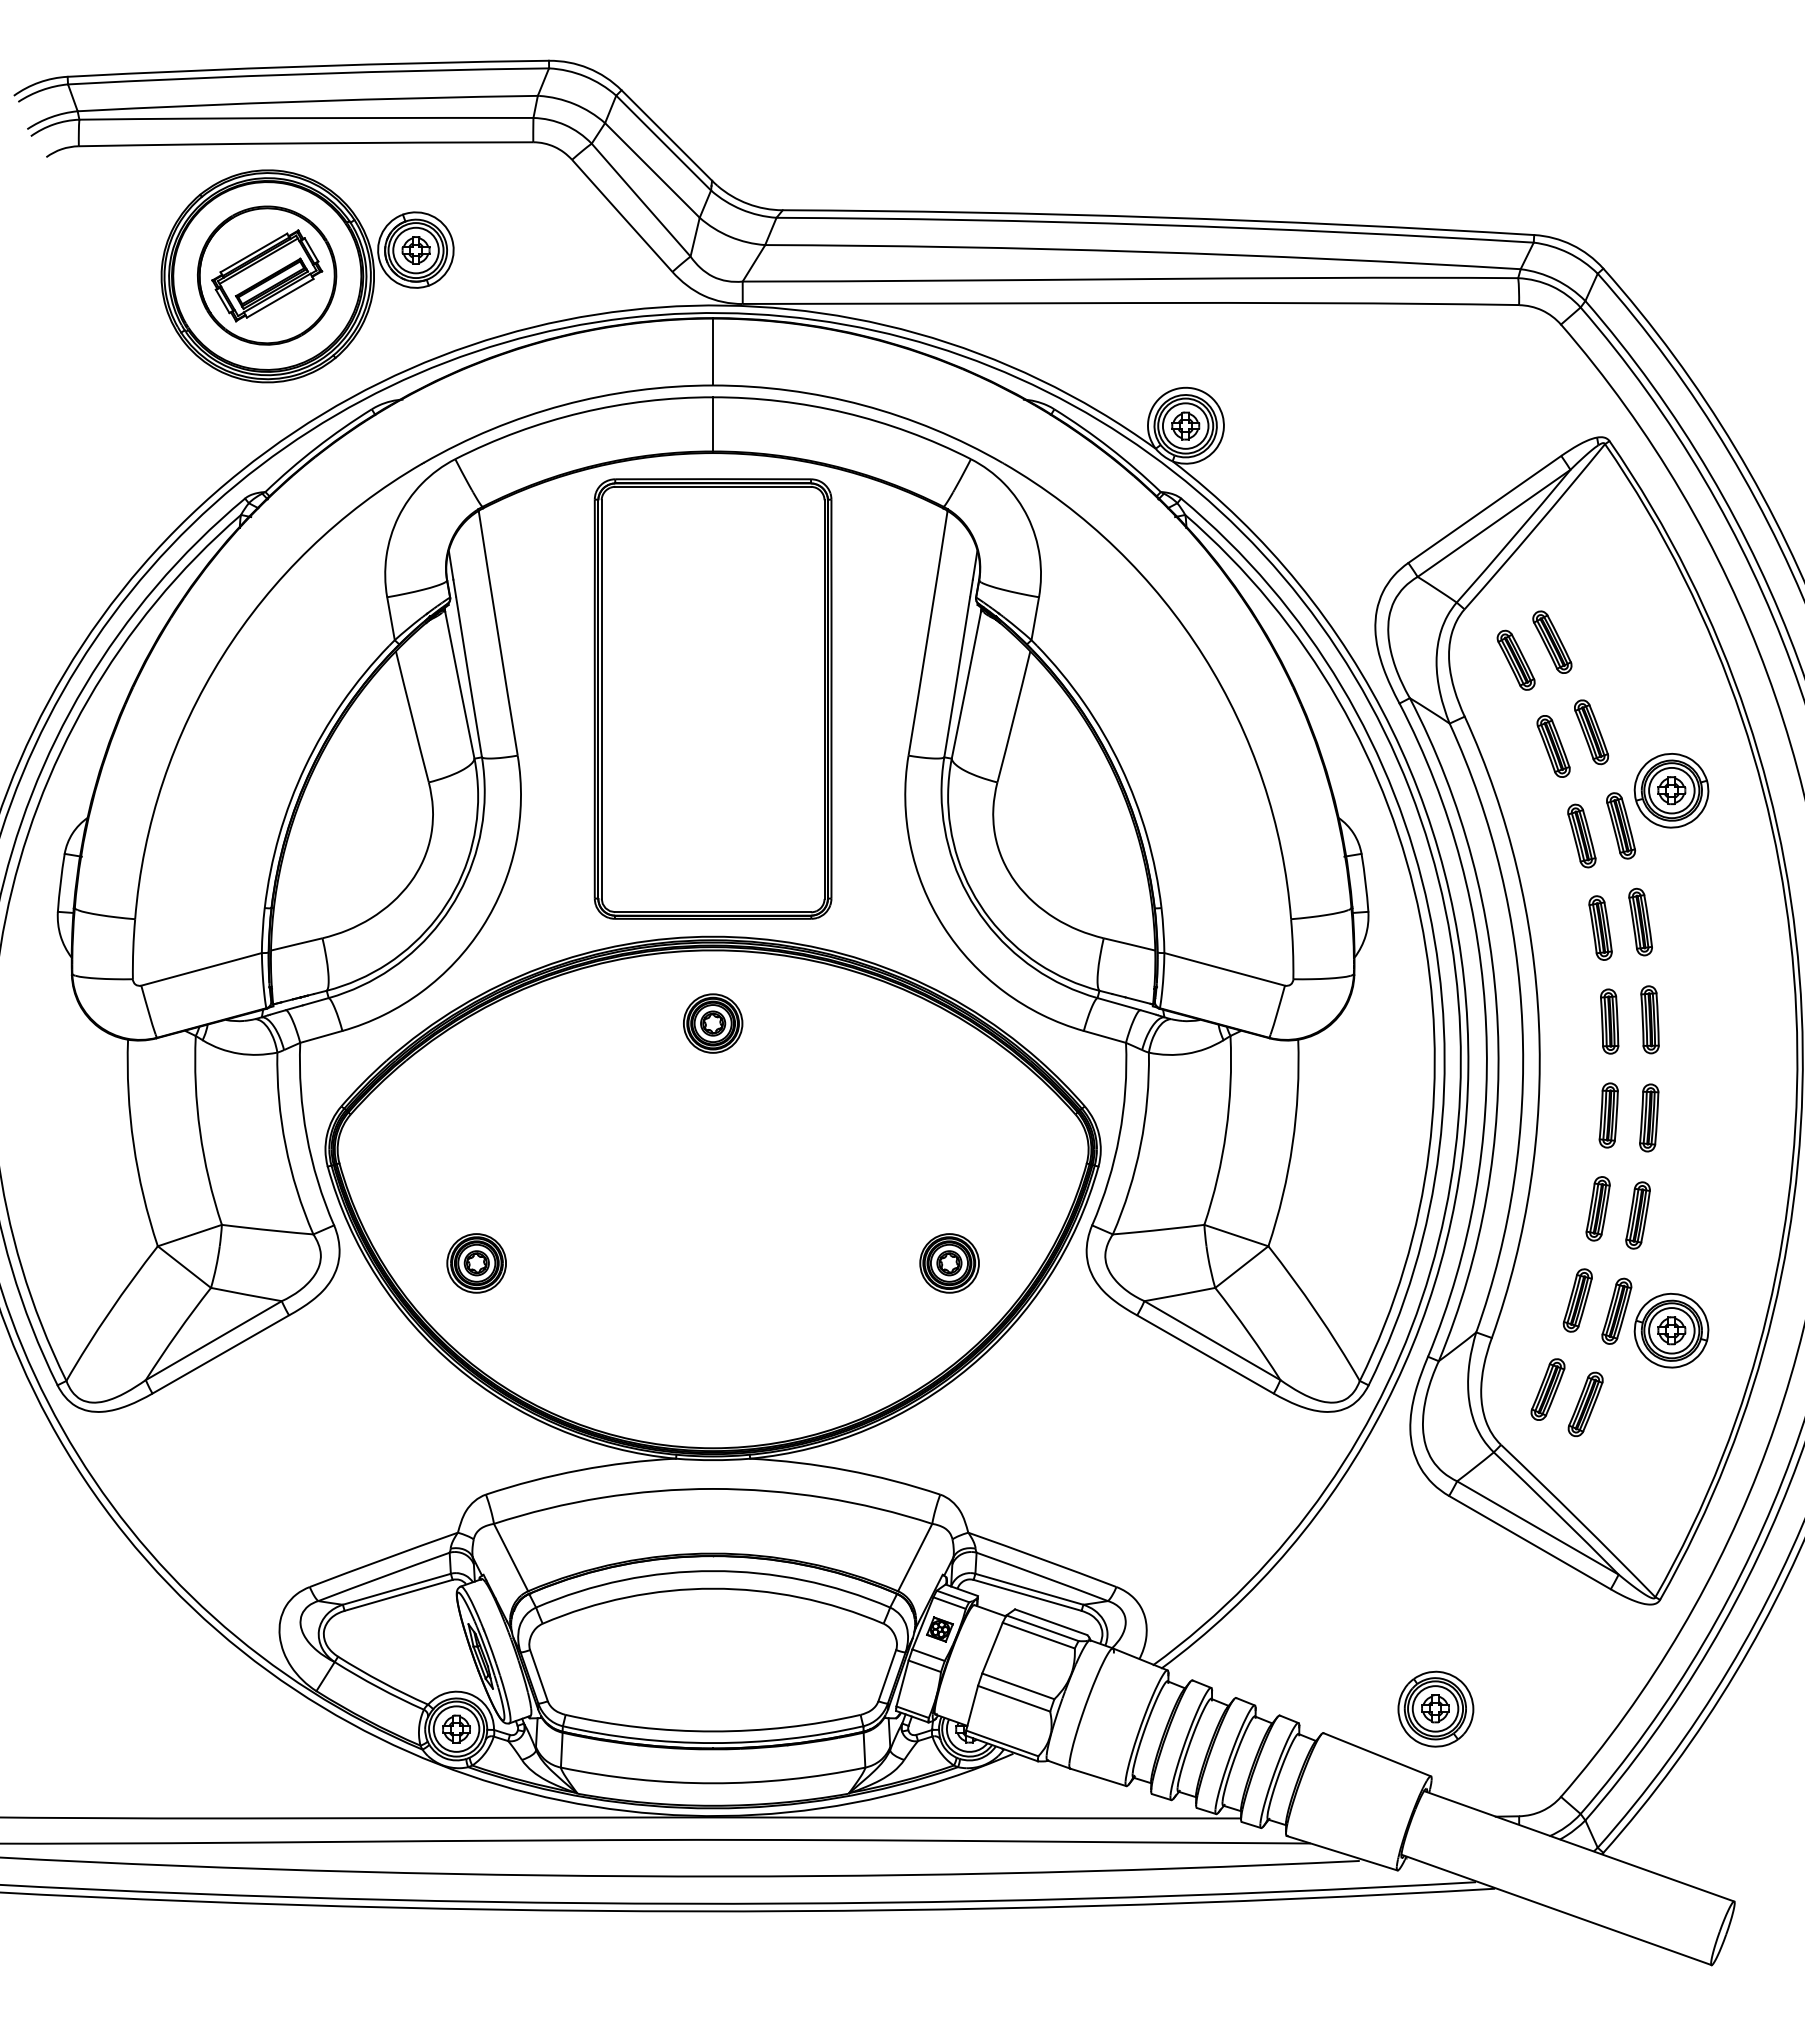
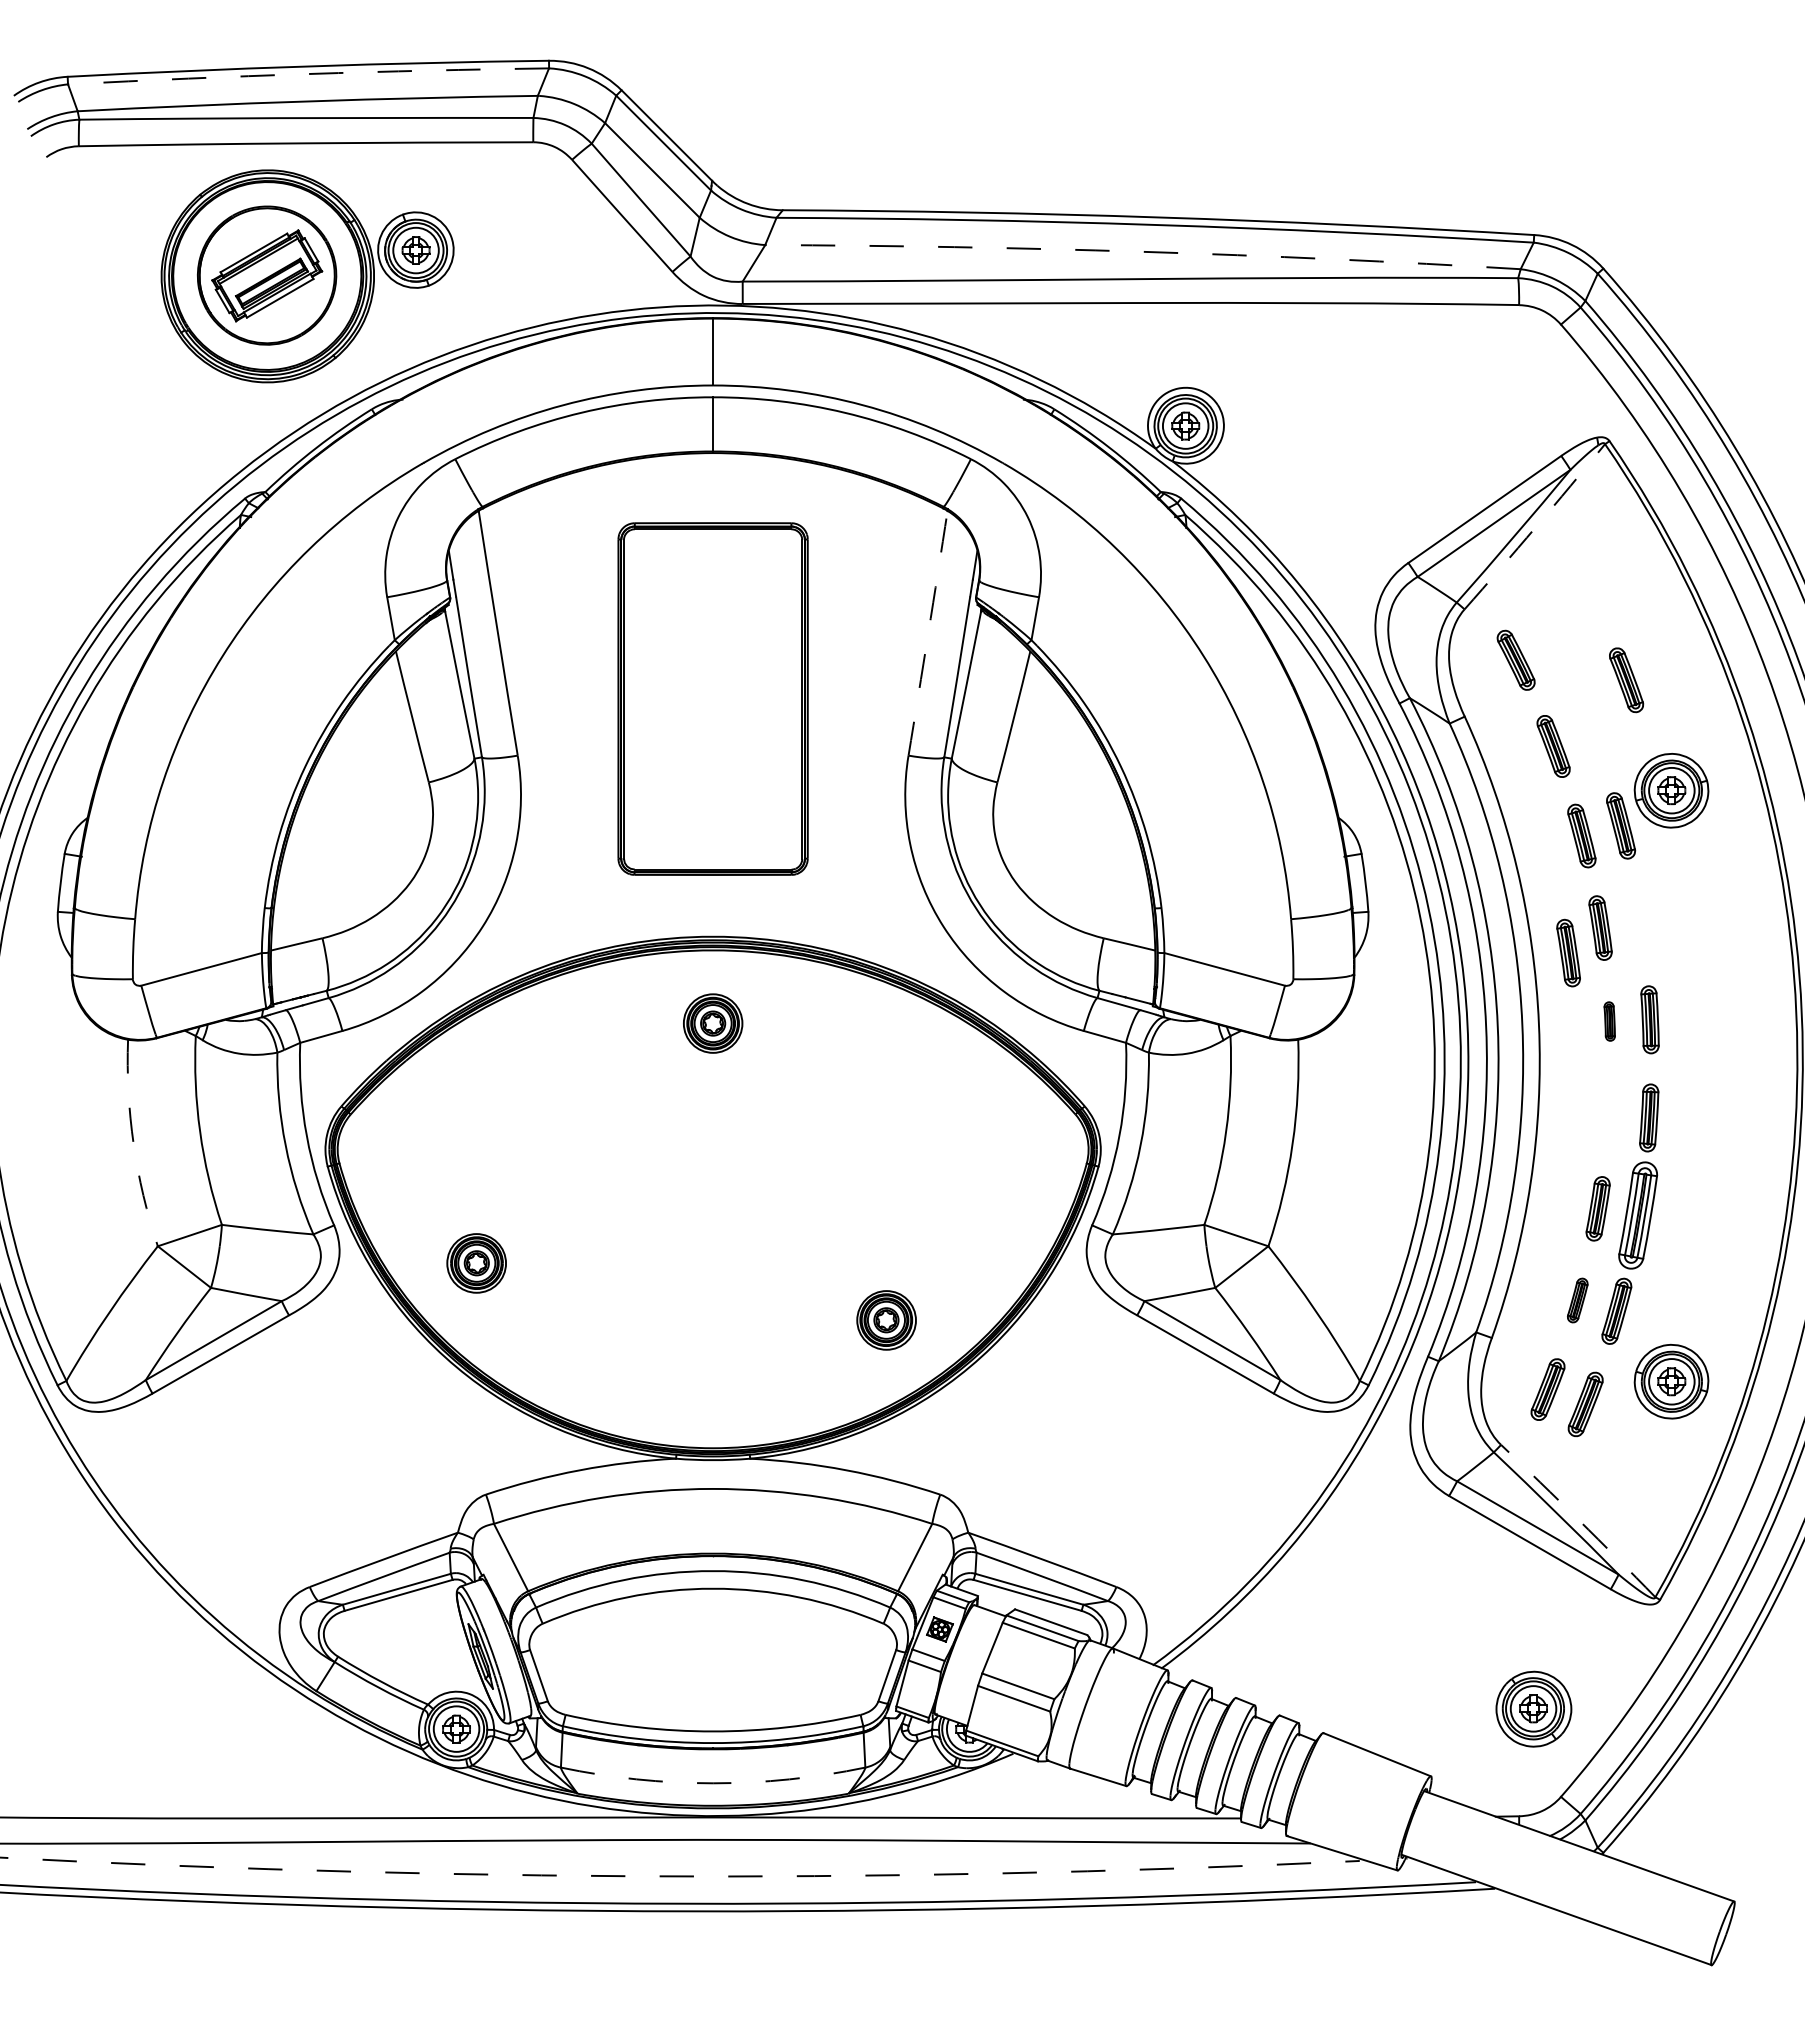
arc at (308, 74): solid -> dashed
arc at (1143, 251): solid -> dashed
arc at (1535, 527): solid -> dashed
arc at (928, 633): solid -> dashed
part at (1552, 641): present -> none
part at (712, 698) size: 240x442 px -> 192x354 px
part at (1591, 732) position: (1591, 732) -> (1626, 680)
part at (1640, 921) position: (1640, 921) -> (1568, 952)
part at (1609, 1021) size: 20x67 px -> 13x41 px
part at (1608, 1115): present -> none
arc at (133, 1144): solid -> dashed
part at (1637, 1215) size: 26x69 px -> 41x109 px
part at (949, 1263) position: (949, 1263) -> (886, 1320)
part at (1577, 1300) size: 31x65 px -> 22x47 px
part at (1671, 1330) position: (1671, 1330) -> (1671, 1381)
arc at (1578, 1520): solid -> dashed
part at (1435, 1708) position: (1435, 1708) -> (1533, 1708)
arc at (713, 1783): solid -> dashed
arc at (680, 1876): solid -> dashed
